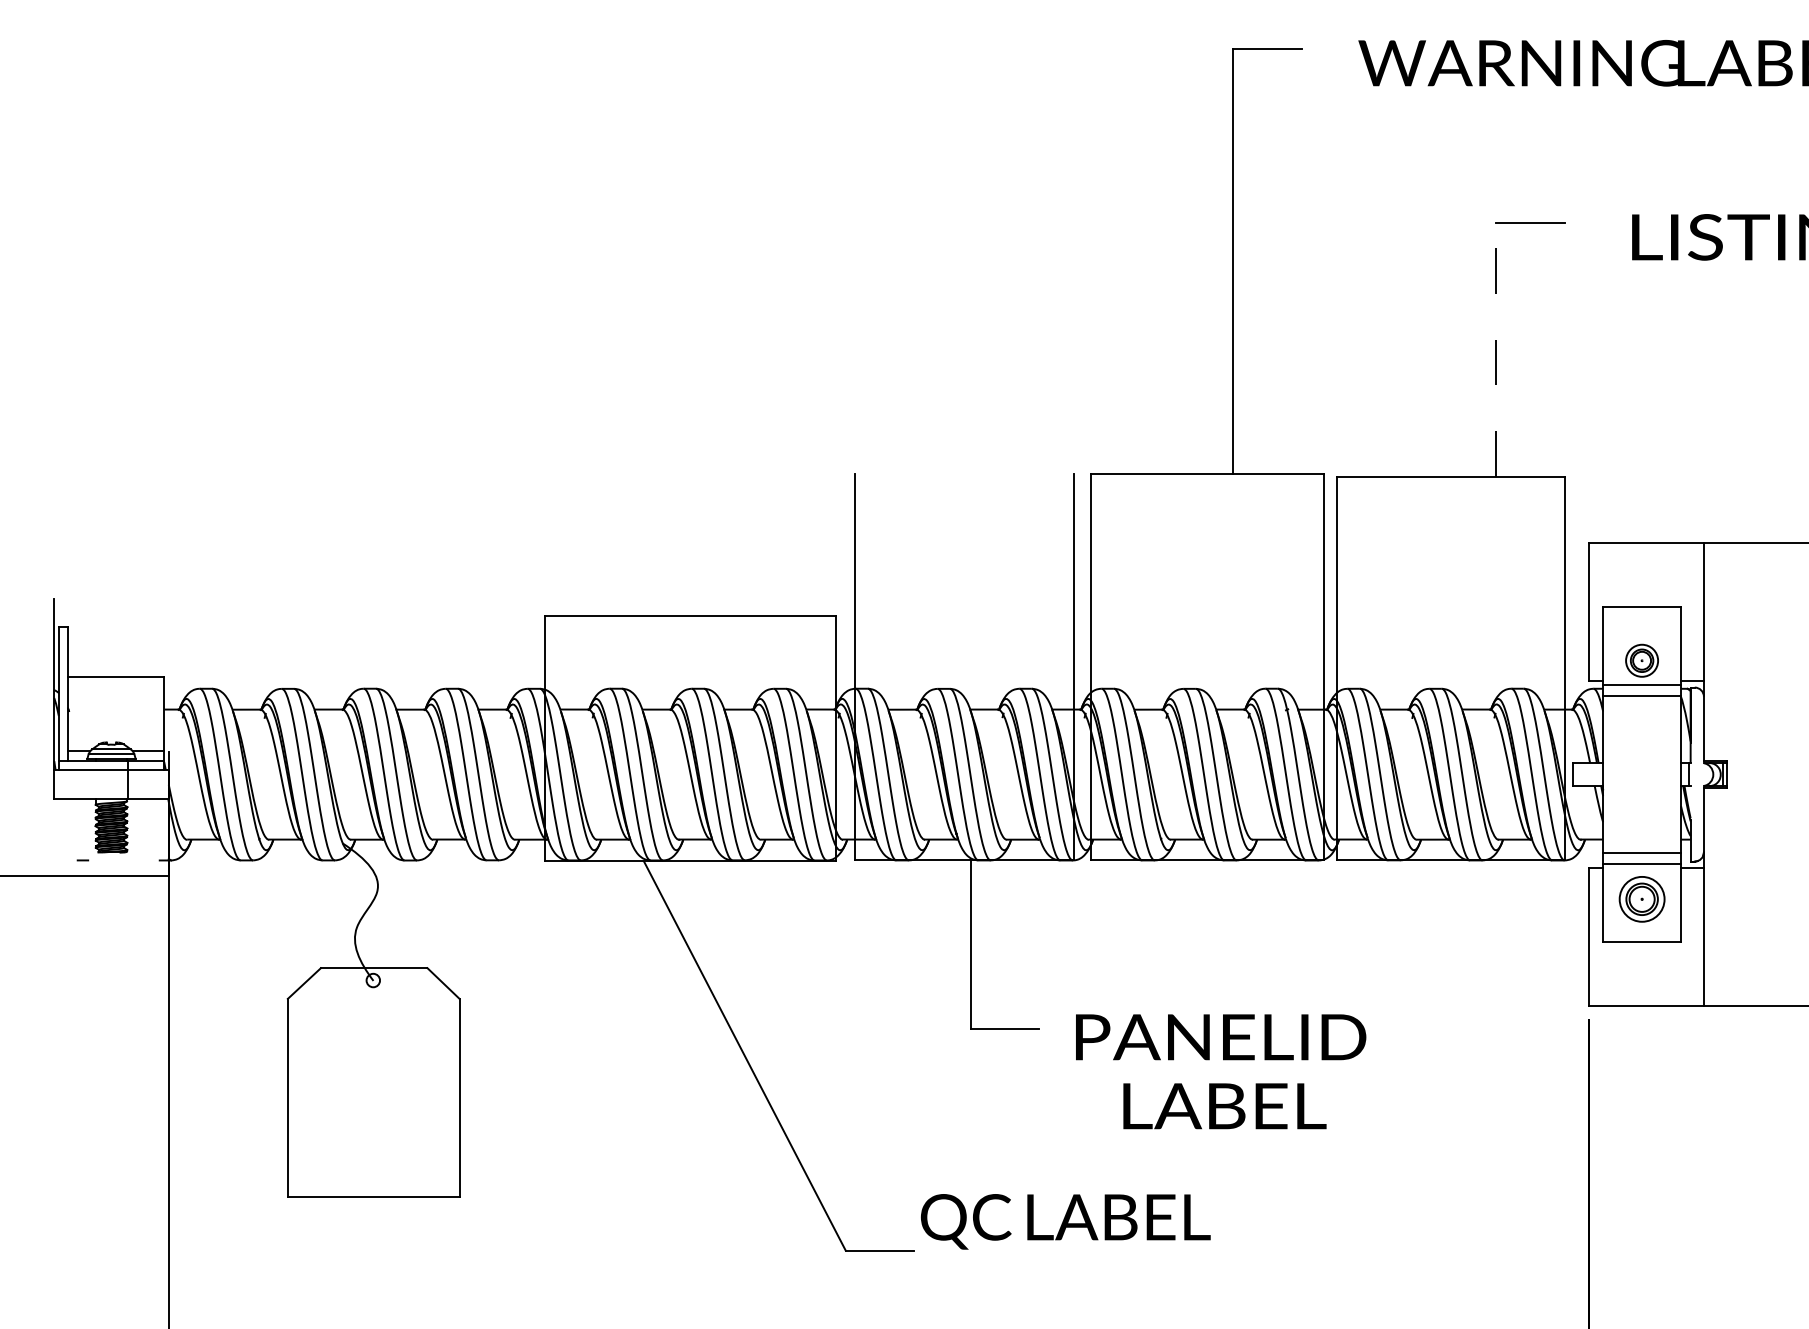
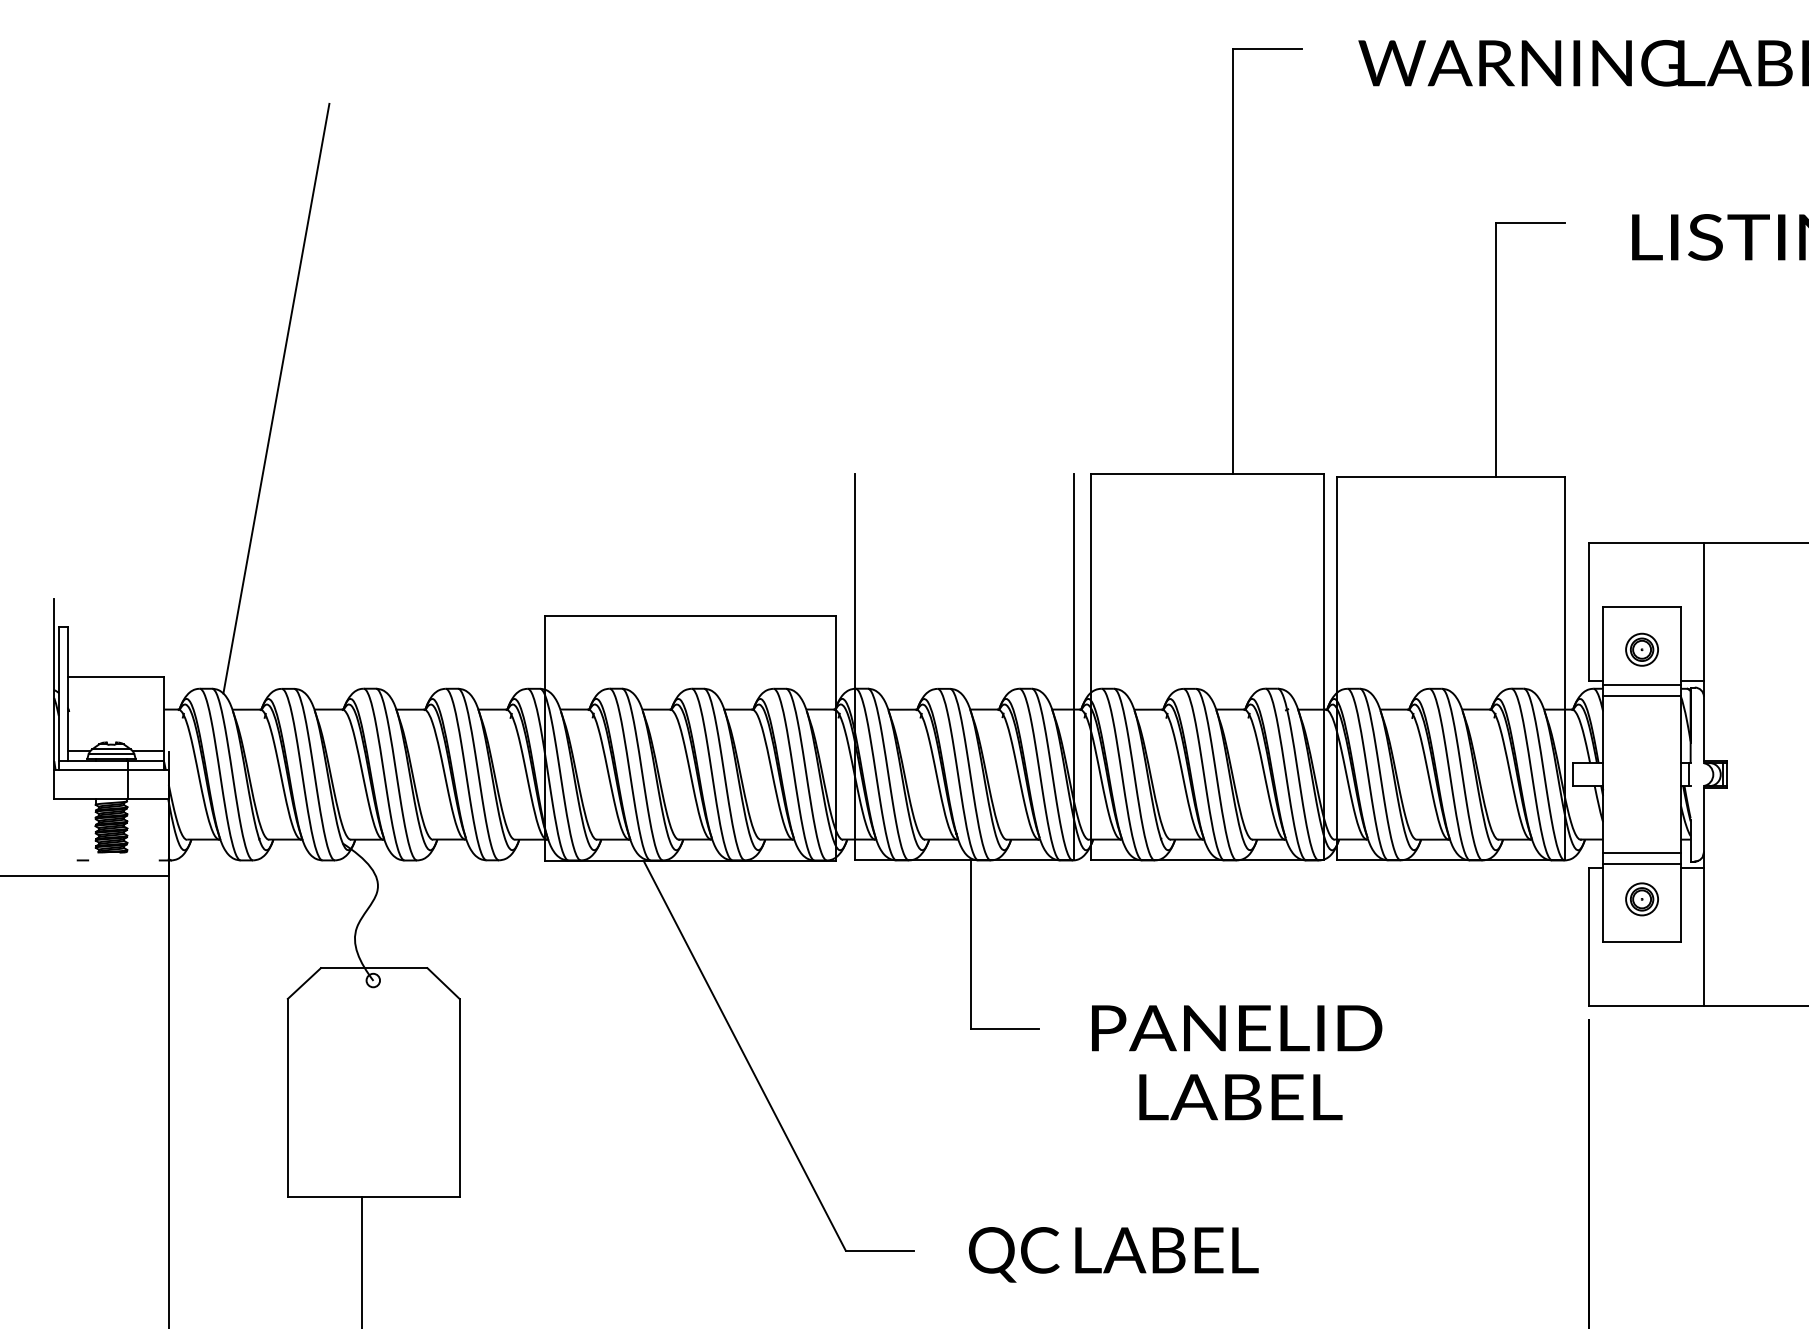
line at (1496, 349): dashed -> solid
line at (276, 398): none -> present
part at (1641, 660) position: (1641, 660) -> (1641, 649)
part at (1641, 899) size: 48x47 px -> 34x35 px
text at (1221, 1071) position: (1221, 1071) -> (1237, 1062)
text at (1065, 1221) position: (1065, 1221) -> (1113, 1254)
line at (361, 1261): none -> present
